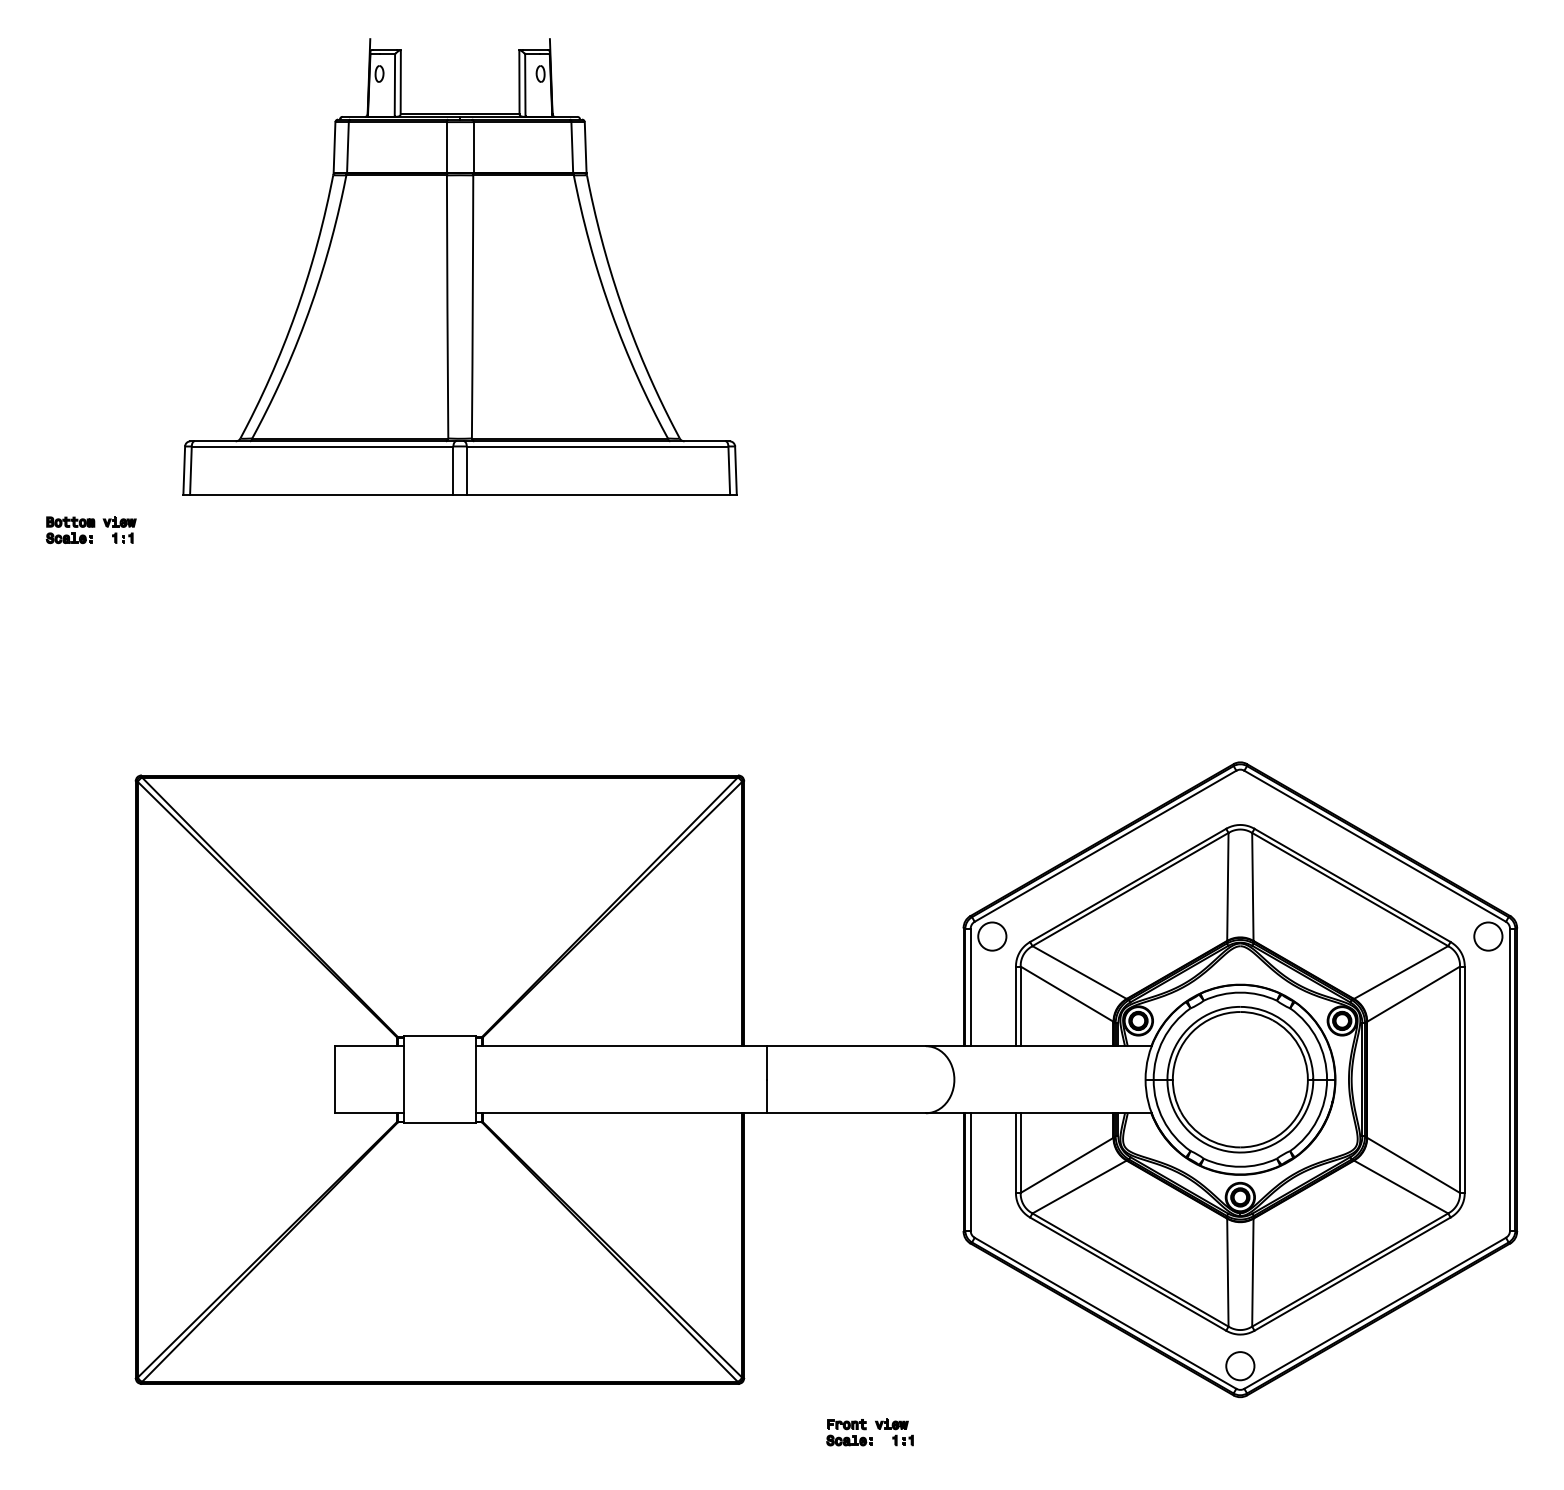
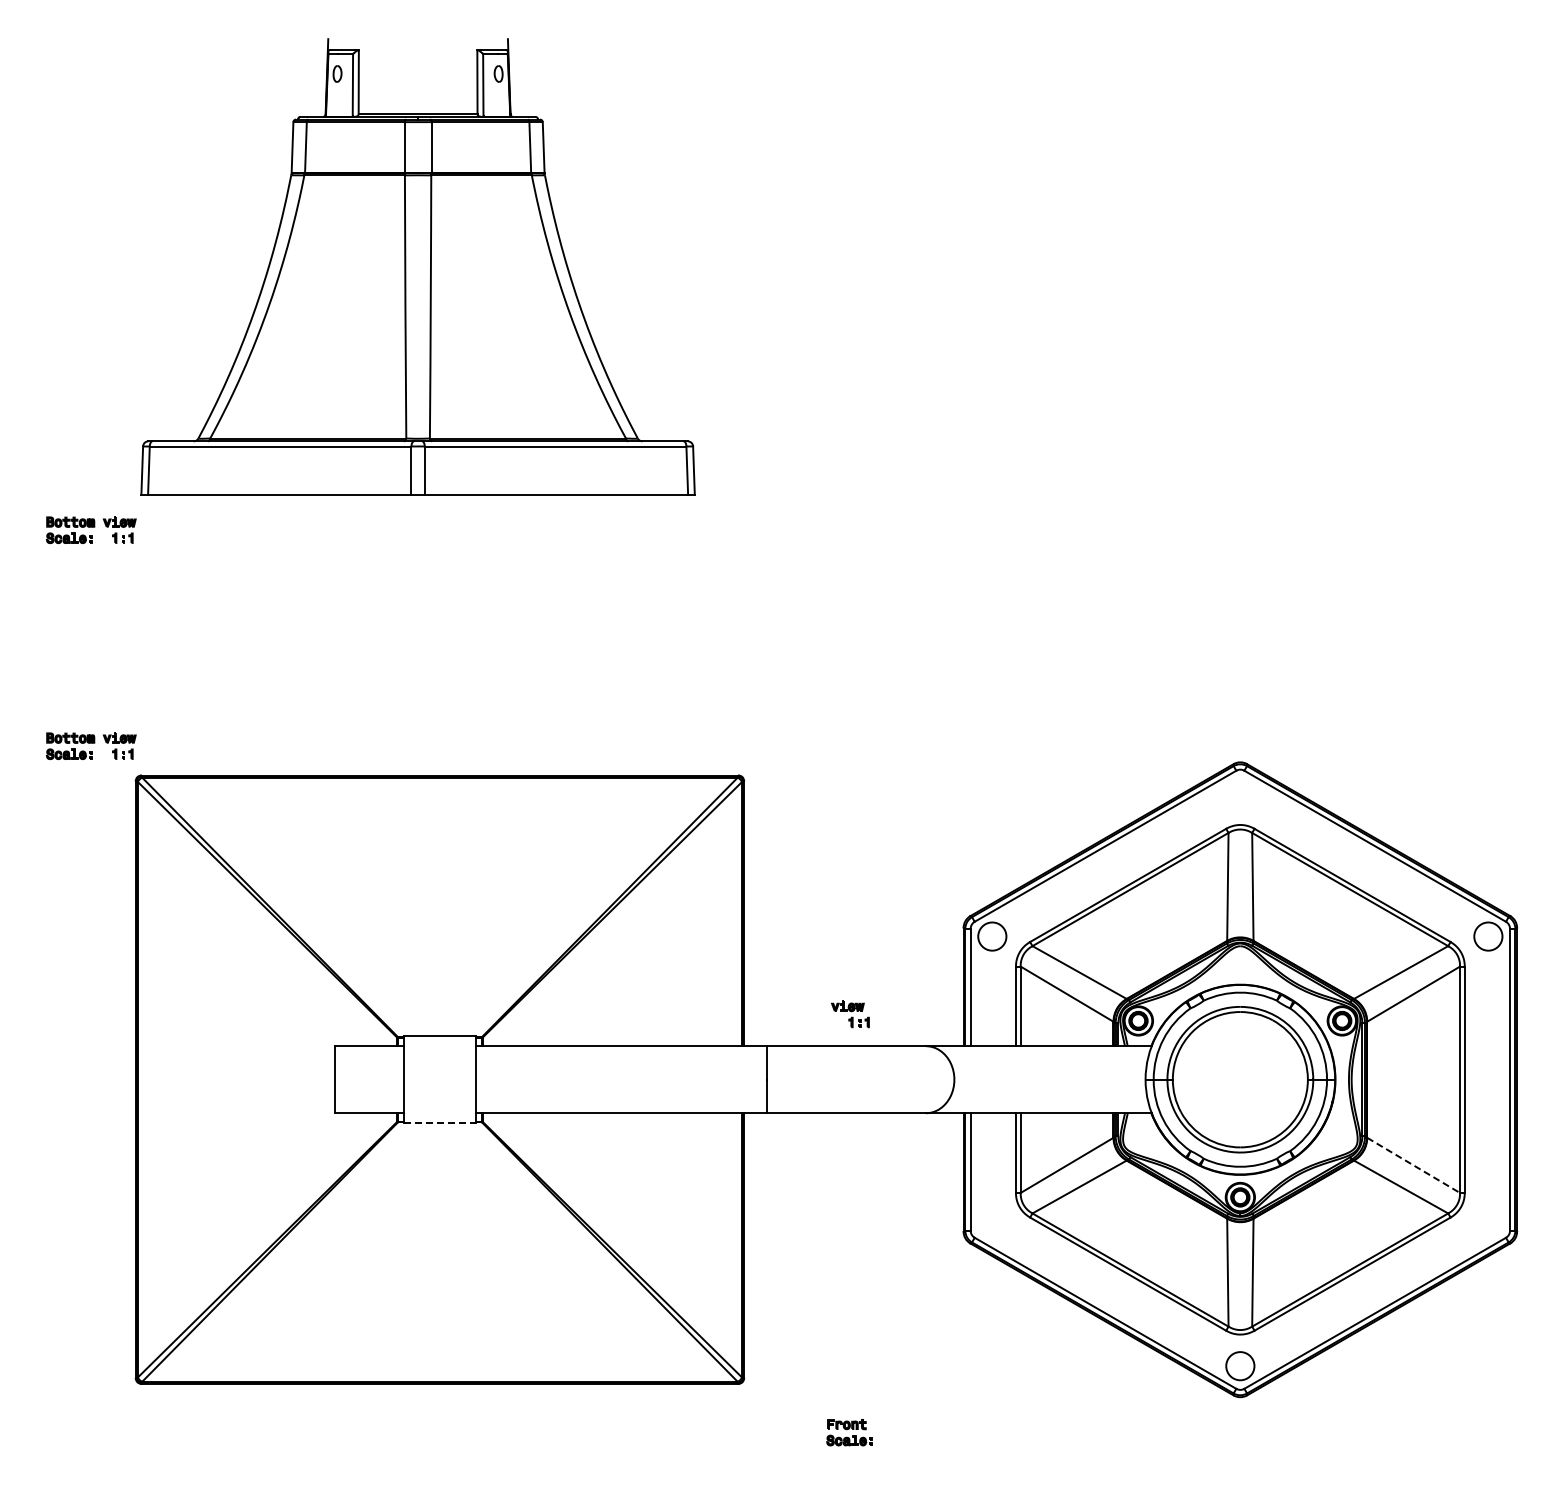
part at (459, 266) position: (459, 266) -> (417, 266)
part at (90, 746): none -> present
line at (440, 1123): solid -> dashed
line at (1413, 1165): solid -> dashed
part at (894, 1432) position: (894, 1432) -> (850, 1014)
